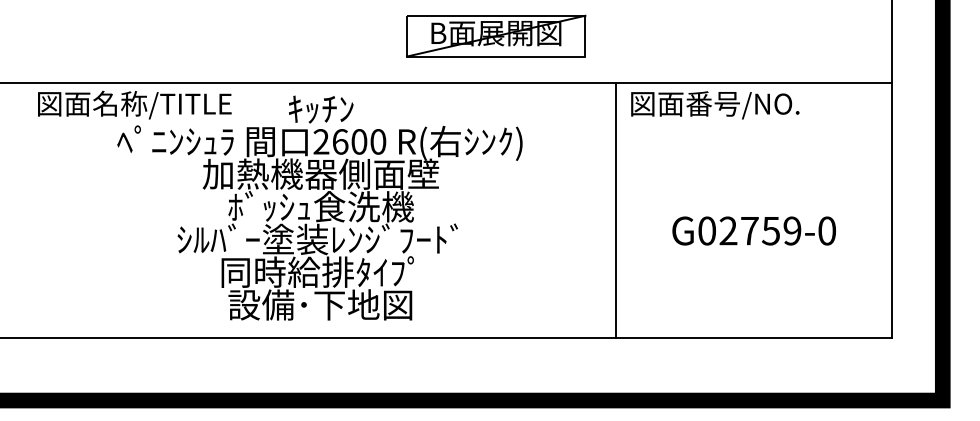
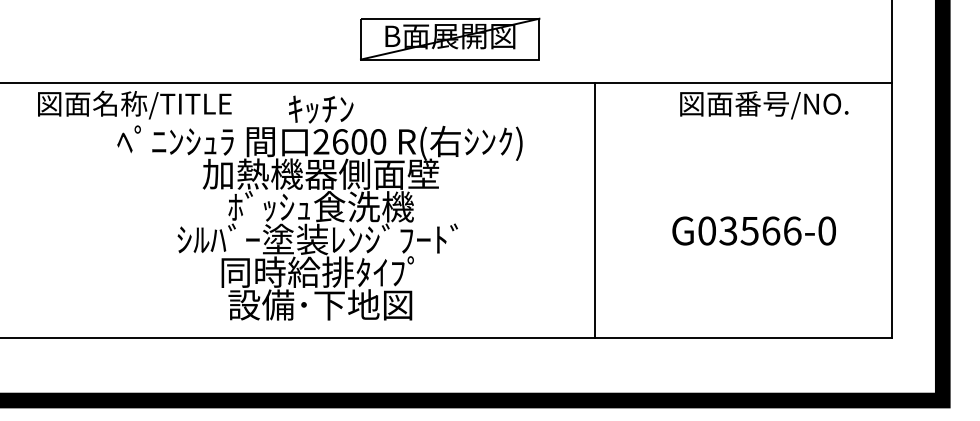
part at (496, 35) position: (496, 35) -> (450, 38)
text at (715, 105) position: (715, 105) -> (764, 105)
line at (616, 210) position: (616, 210) -> (595, 210)
text at (760, 230): G02759-0 -> G03566-0
